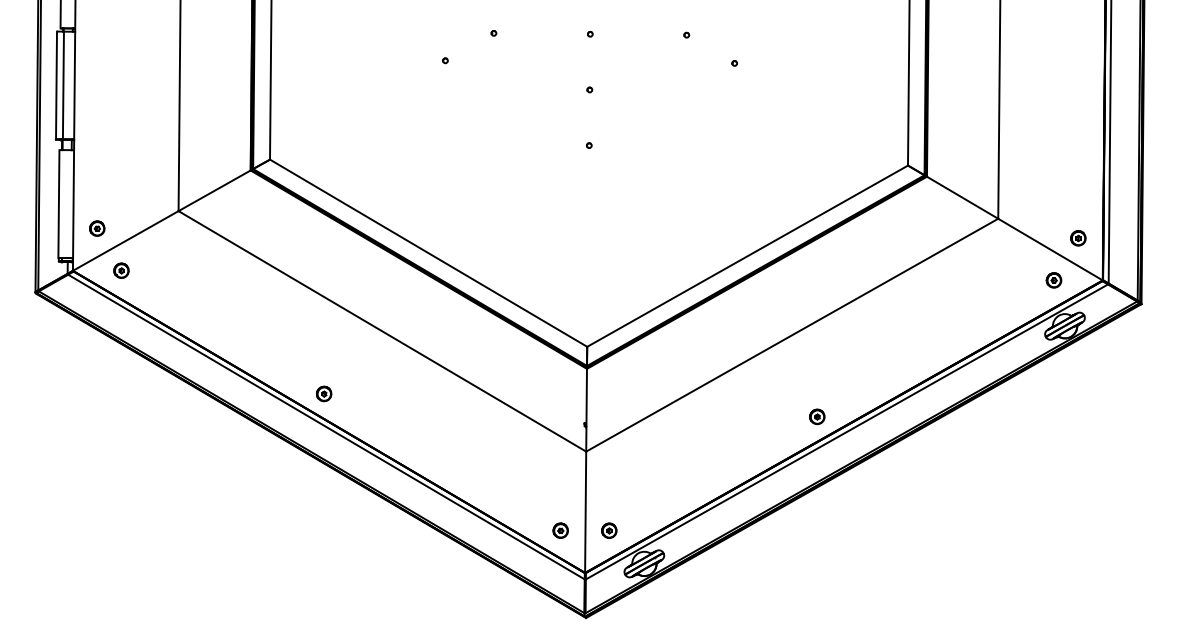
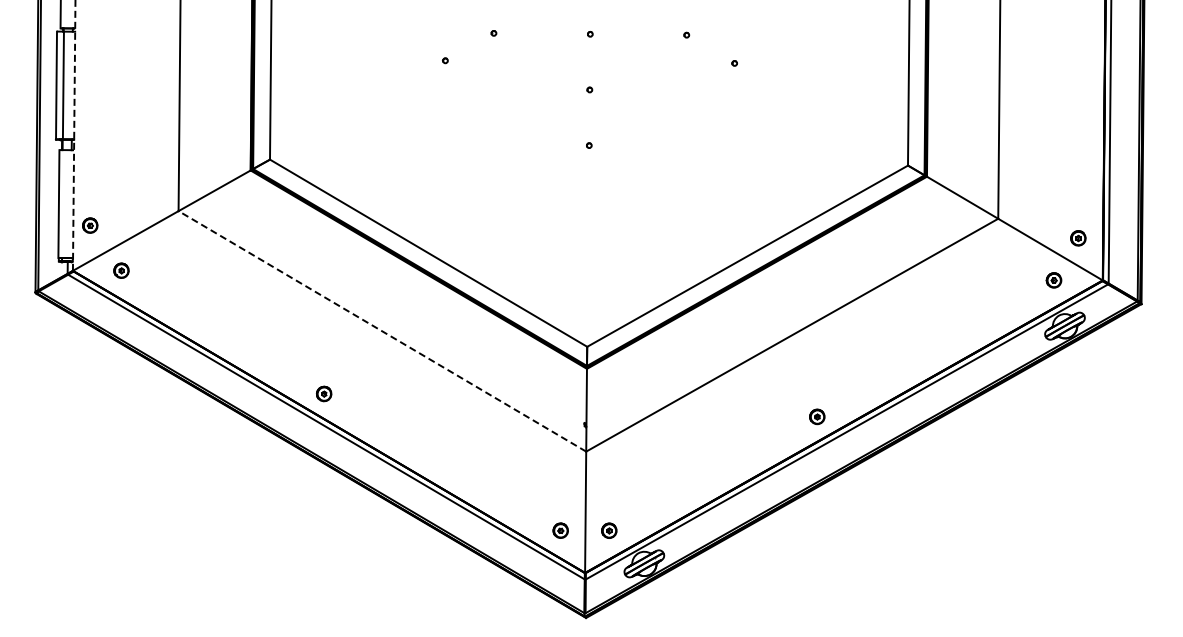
line at (74, 134): solid -> dashed
part at (97, 228) position: (97, 228) -> (90, 225)
line at (382, 331): solid -> dashed
